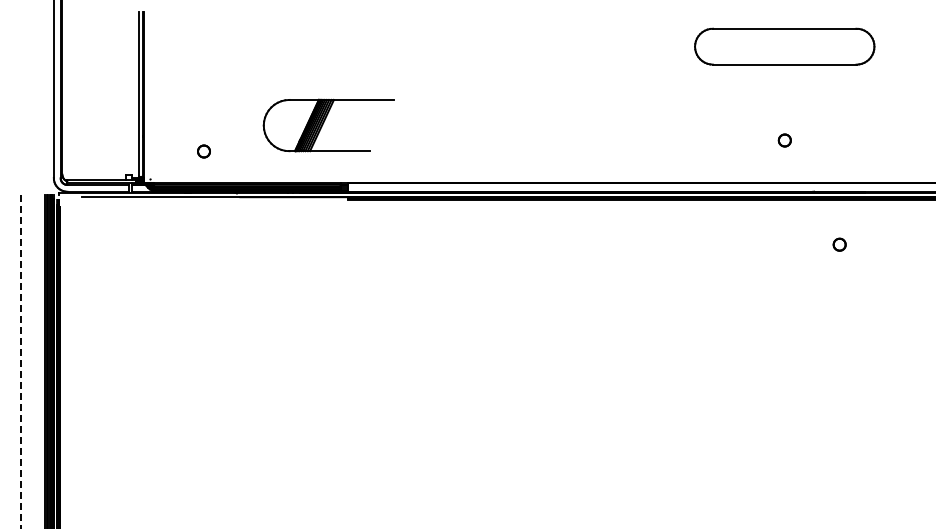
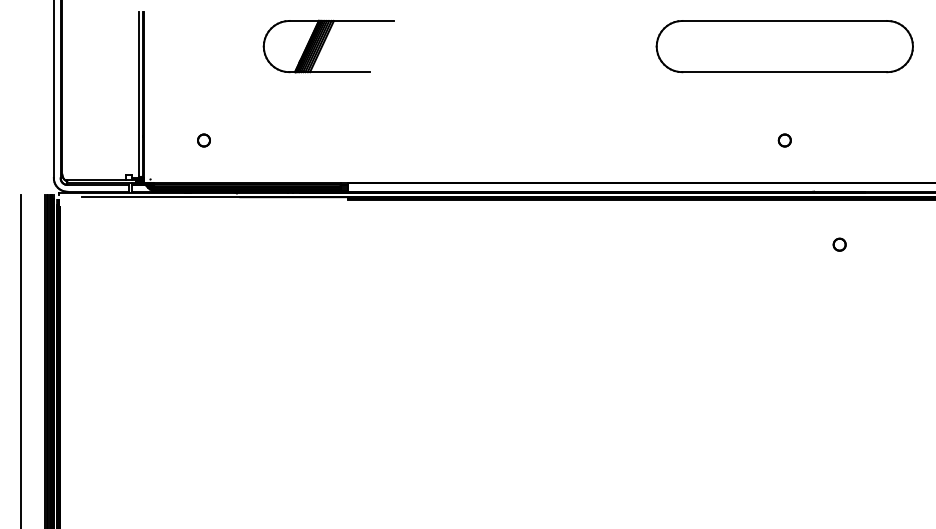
part at (784, 46) size: 182x39 px -> 259x54 px
part at (328, 125) position: (328, 125) -> (328, 46)
part at (203, 151) position: (203, 151) -> (203, 140)
line at (21, 362): dashed -> solid
